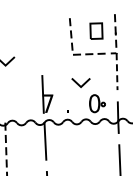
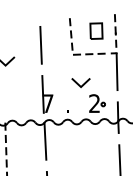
line at (40, 44): none -> present
line at (117, 72): dashed -> solid
text at (94, 103): 0 -> 2
